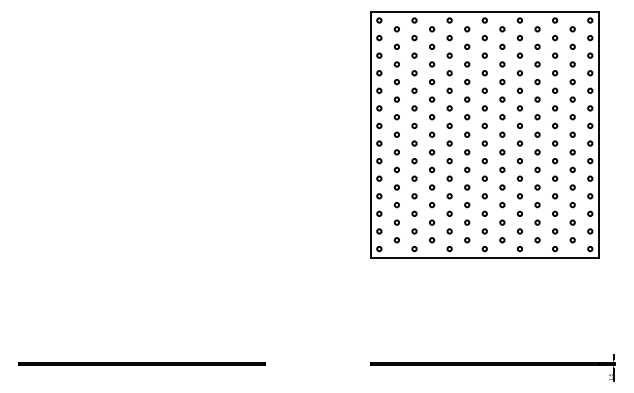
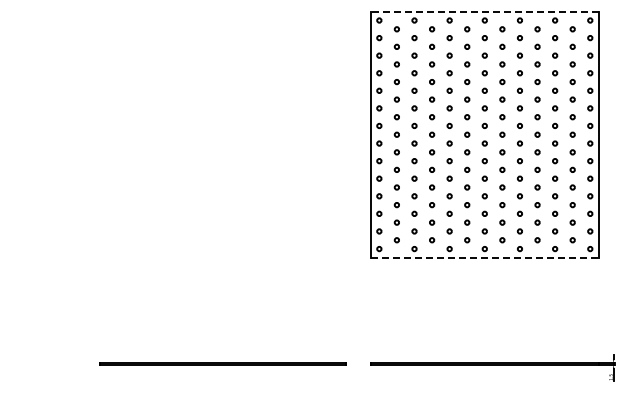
line at (484, 11): solid -> dashed
line at (485, 257): solid -> dashed
line at (141, 363) position: (141, 363) -> (222, 363)
